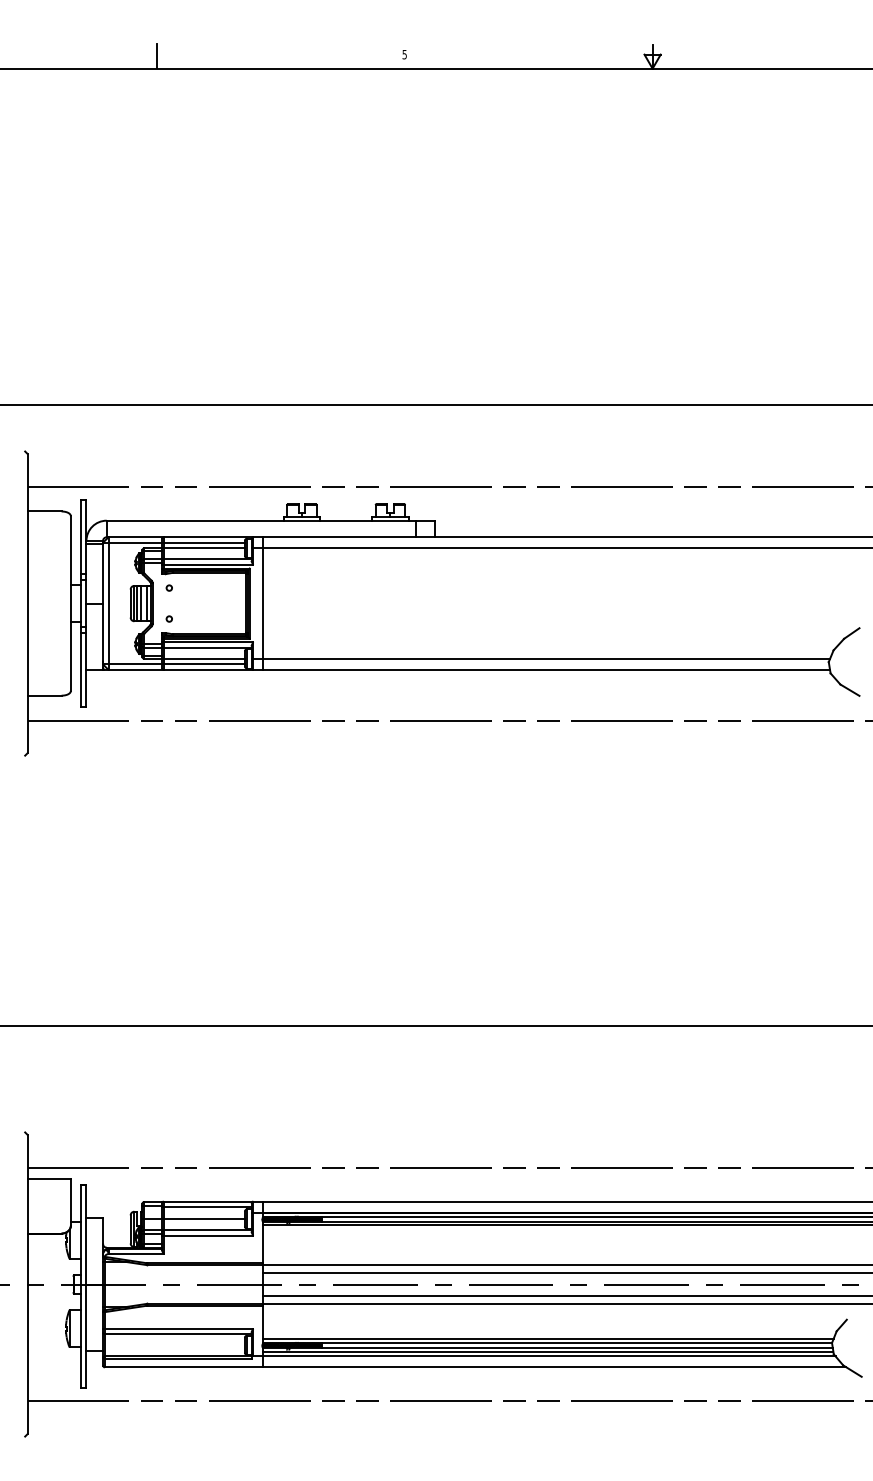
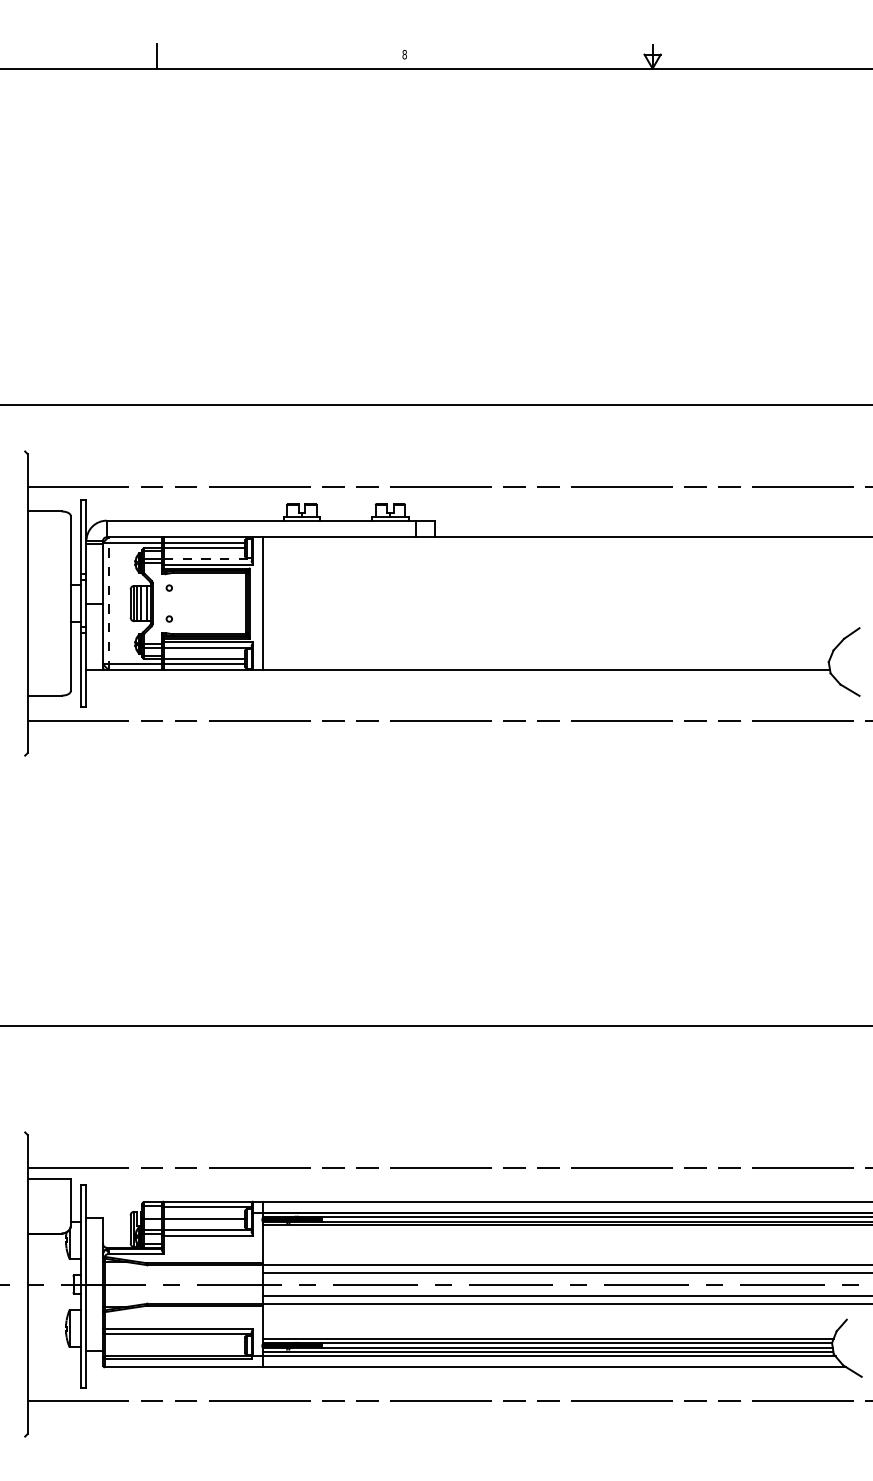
text at (404, 54): 5 -> 8
line at (560, 548): present -> none
line at (207, 559): solid -> dashed
line at (108, 603): solid -> dashed
line at (540, 658): present -> none
